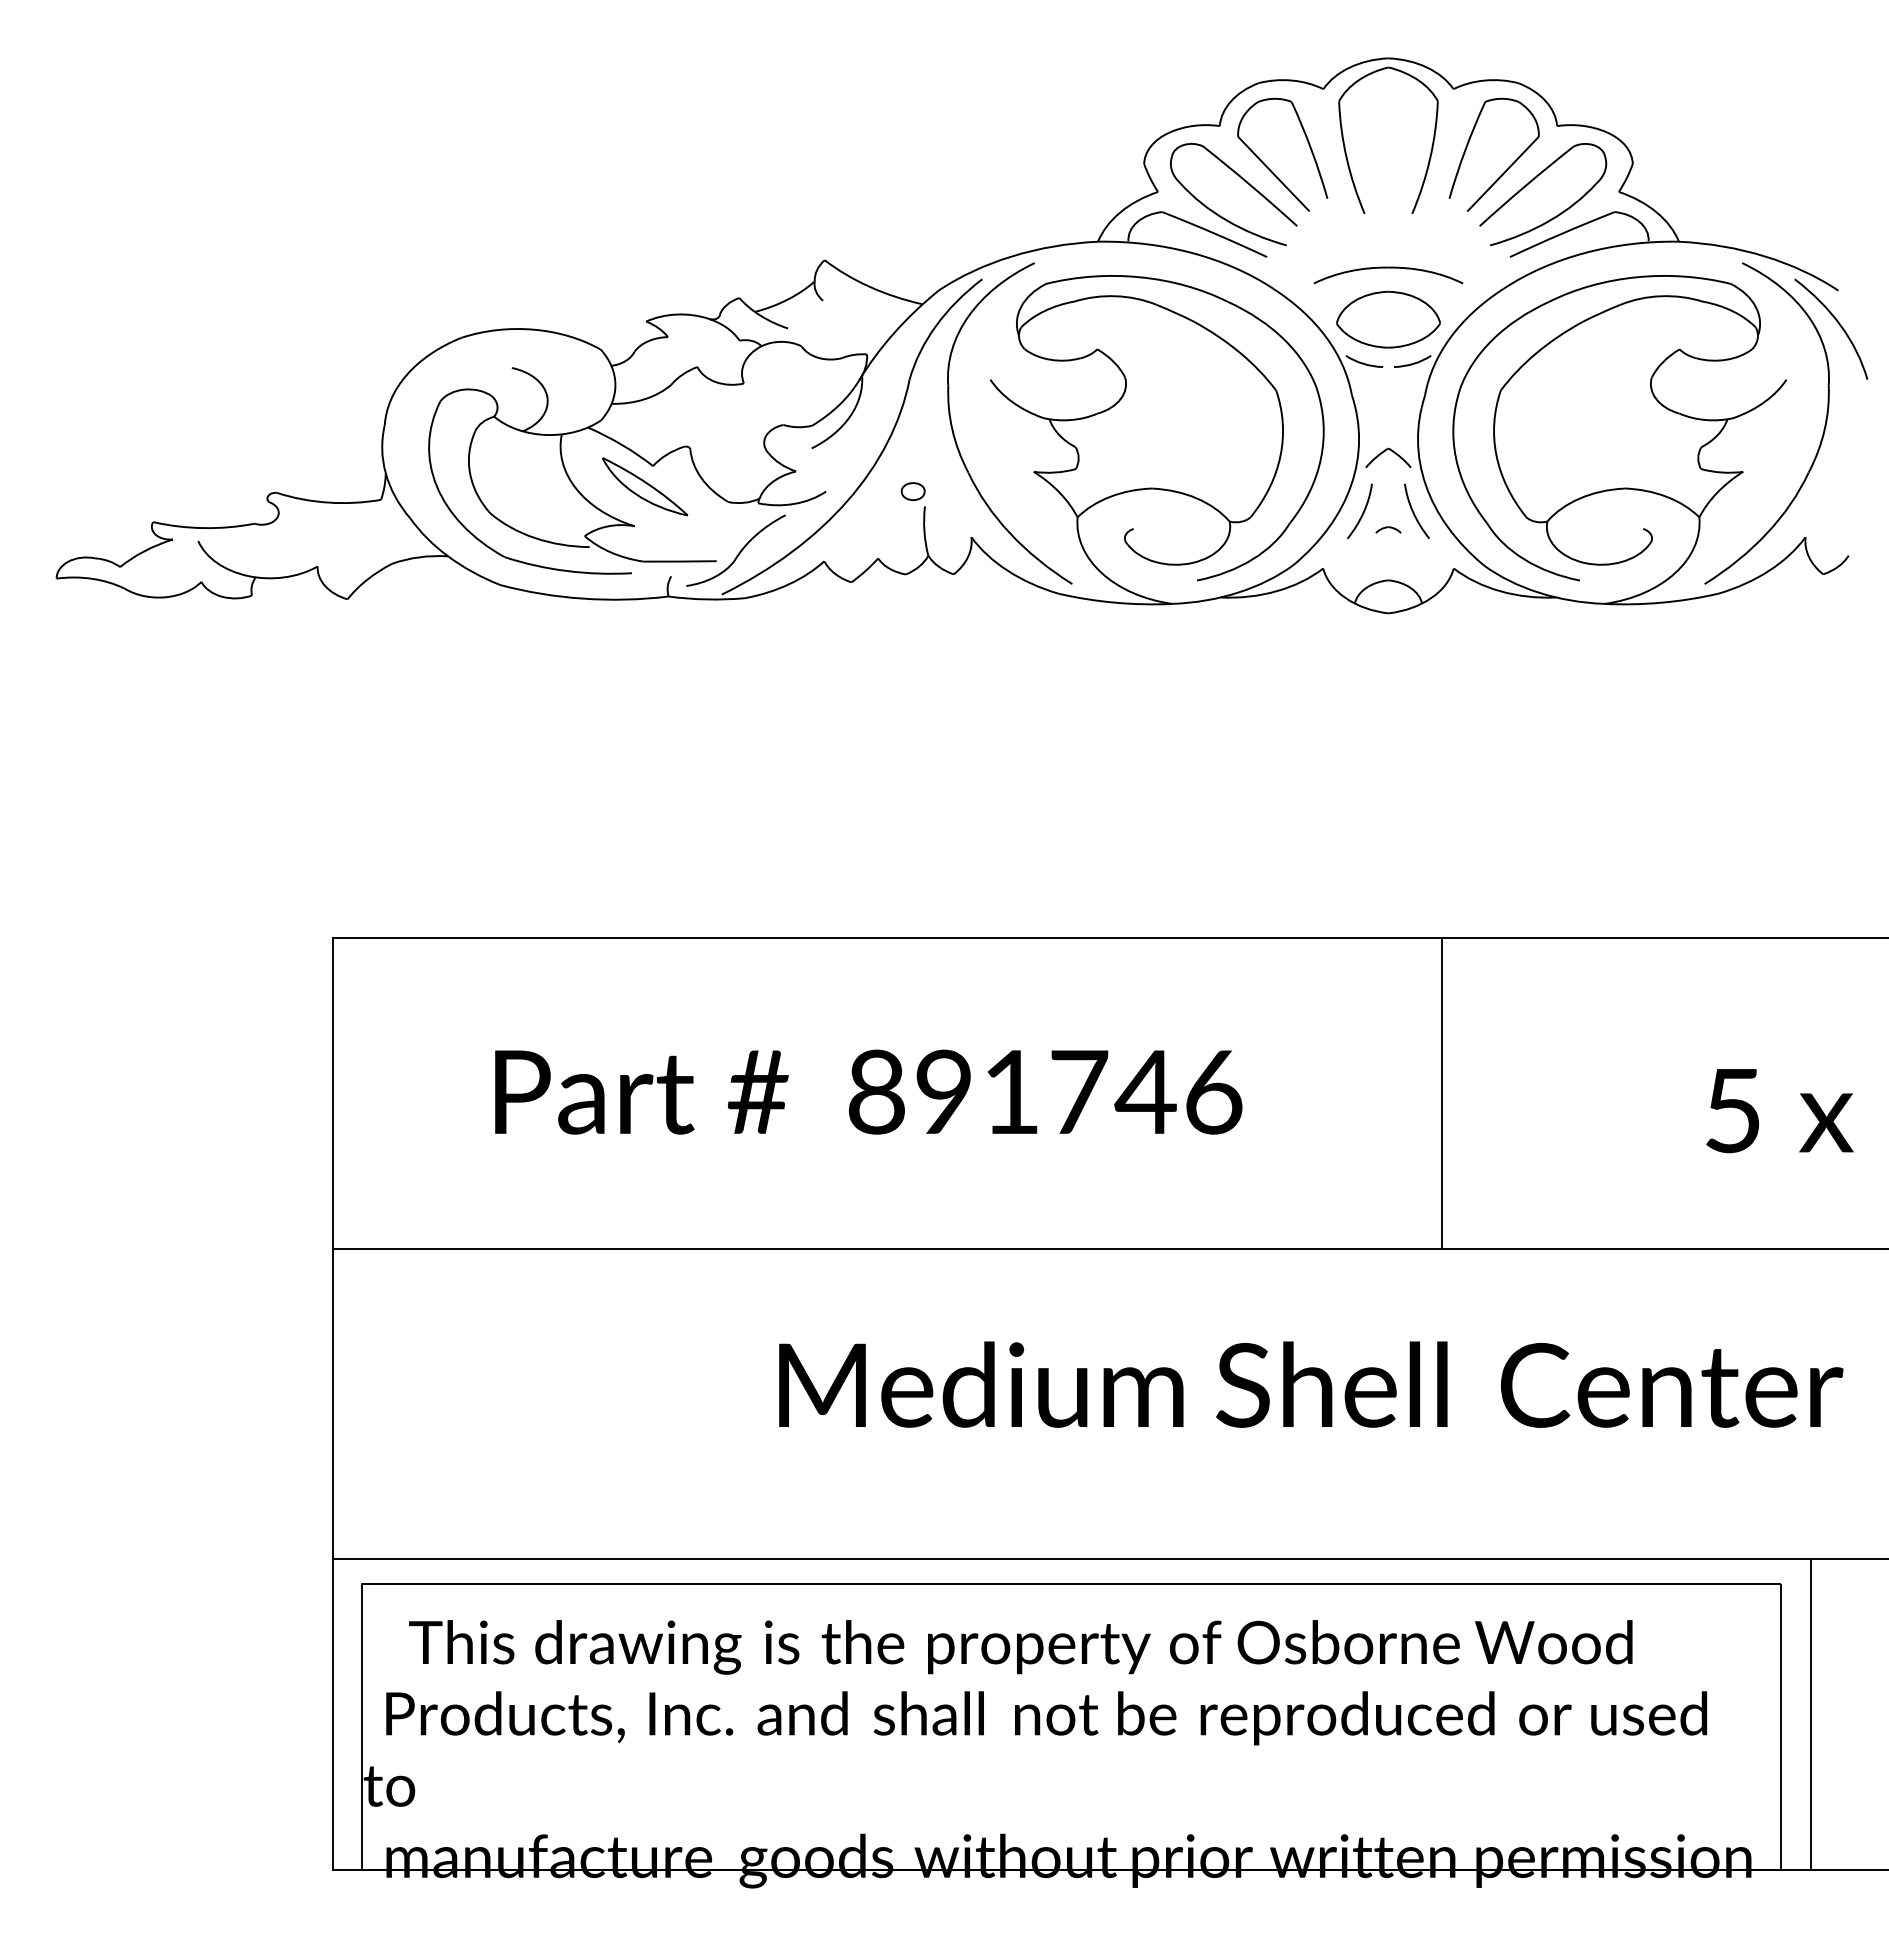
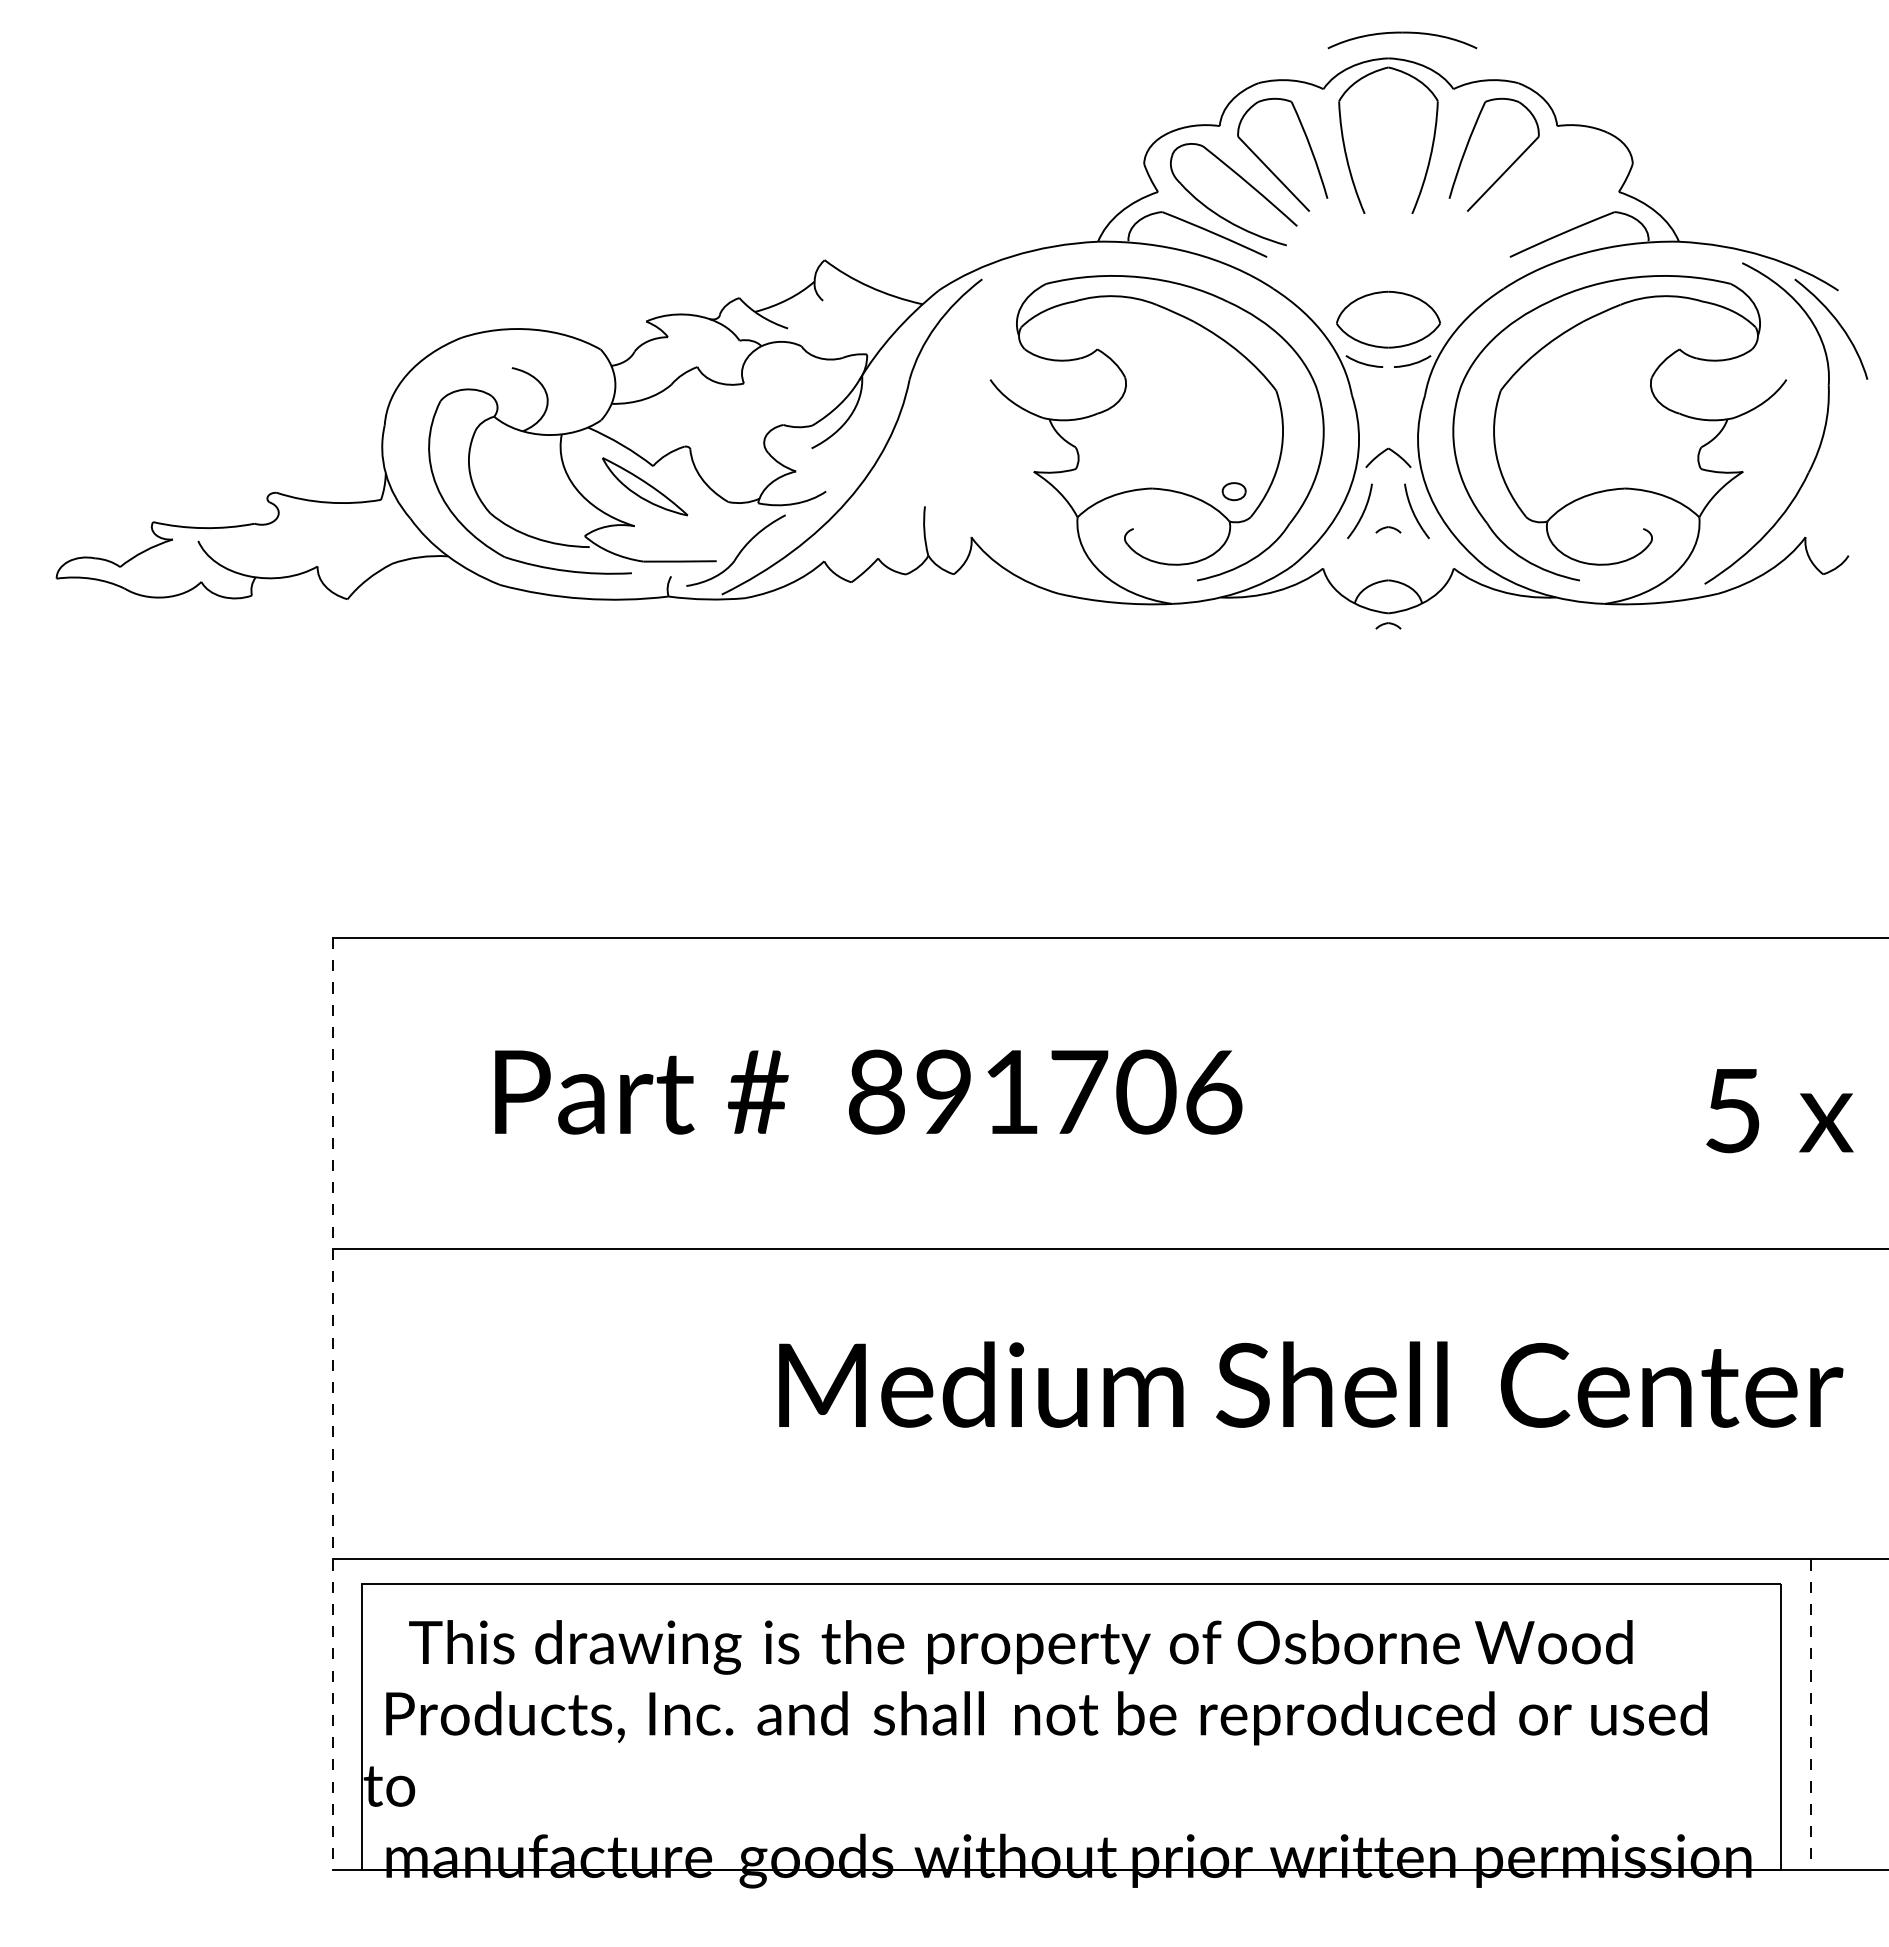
part at (1531, 182): present -> none
part at (1388, 268) position: (1388, 268) -> (1402, 33)
part at (956, 440): present -> none
part at (912, 491) position: (912, 491) -> (1233, 491)
part at (1388, 625): none -> present
text at (1145, 1091): 891746 -> 891706
line at (1442, 1093): present -> none
line at (332, 1404): solid -> dashed
line at (1811, 1715): solid -> dashed
